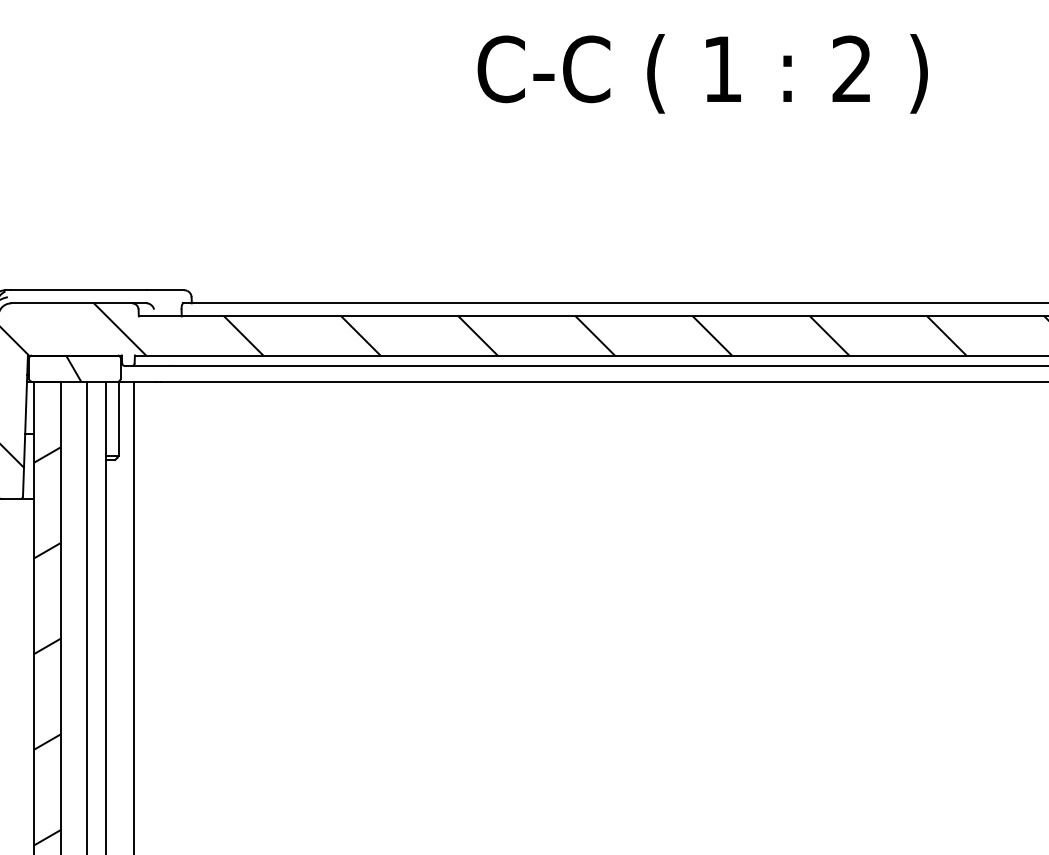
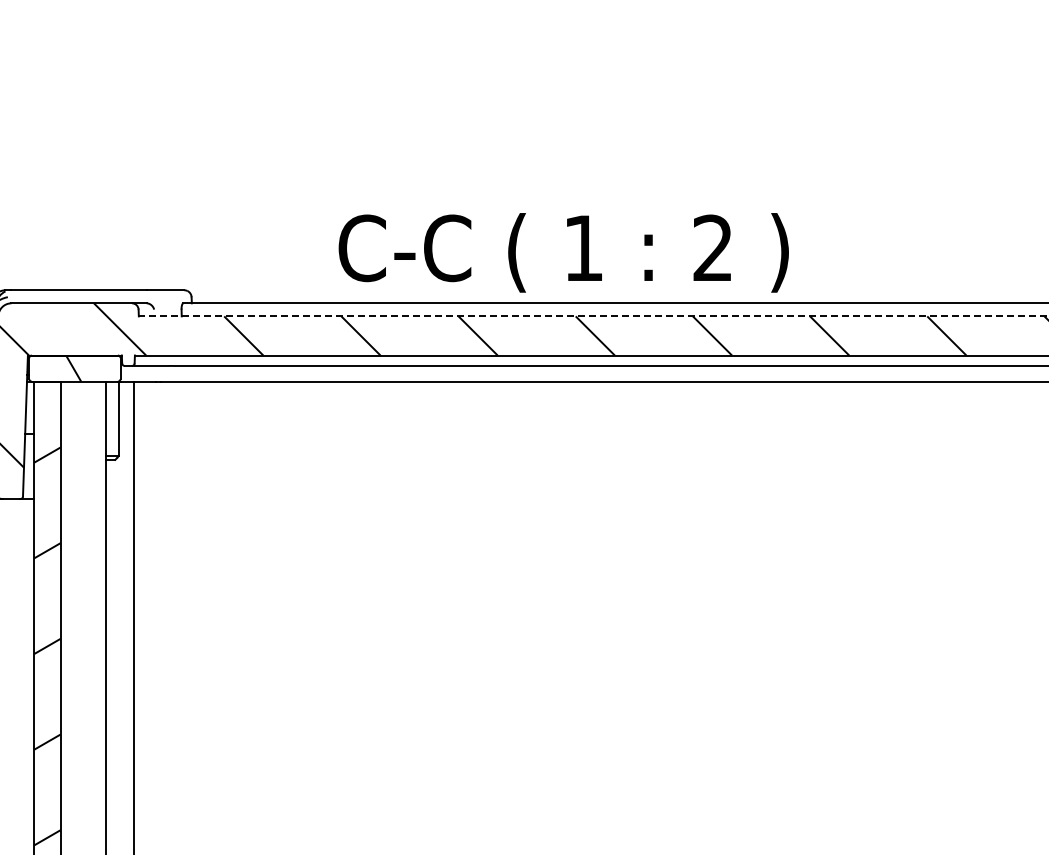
text at (702, 73) position: (702, 73) -> (563, 252)
line at (593, 316): solid -> dashed
line at (86, 616): present -> none
